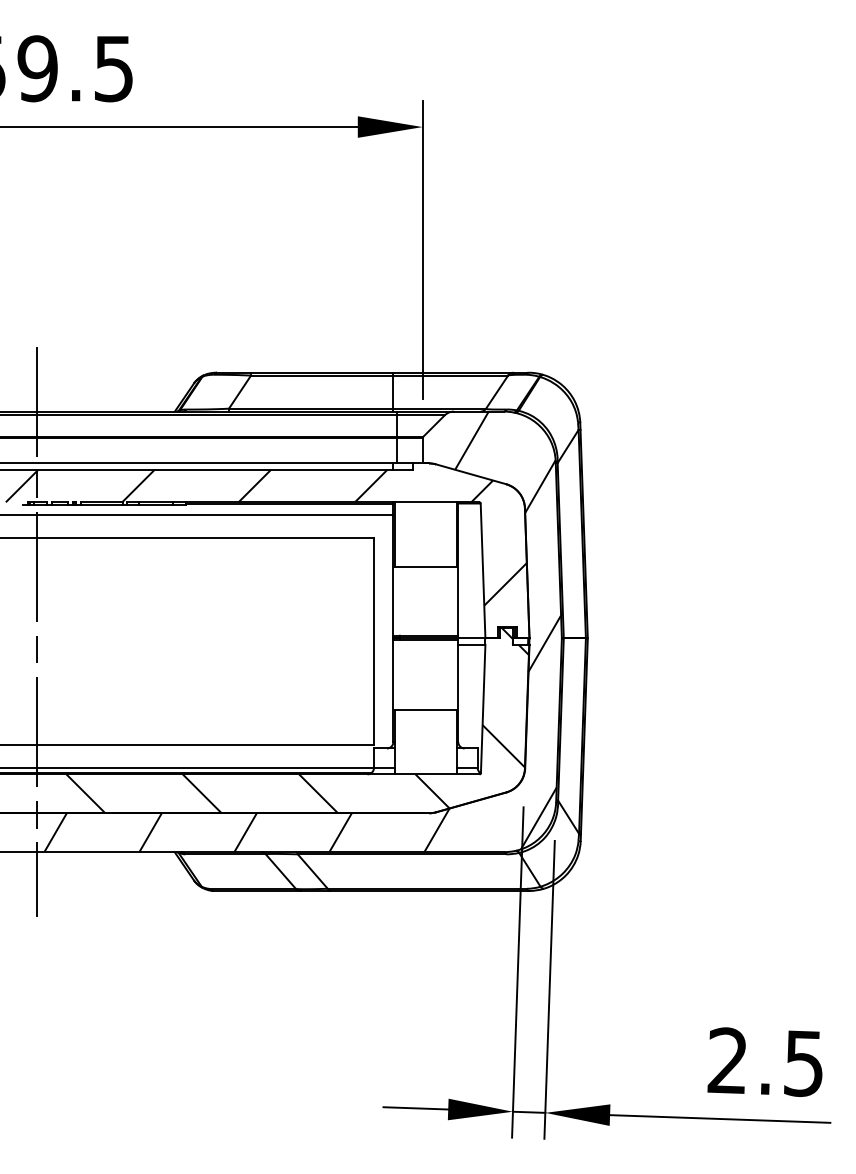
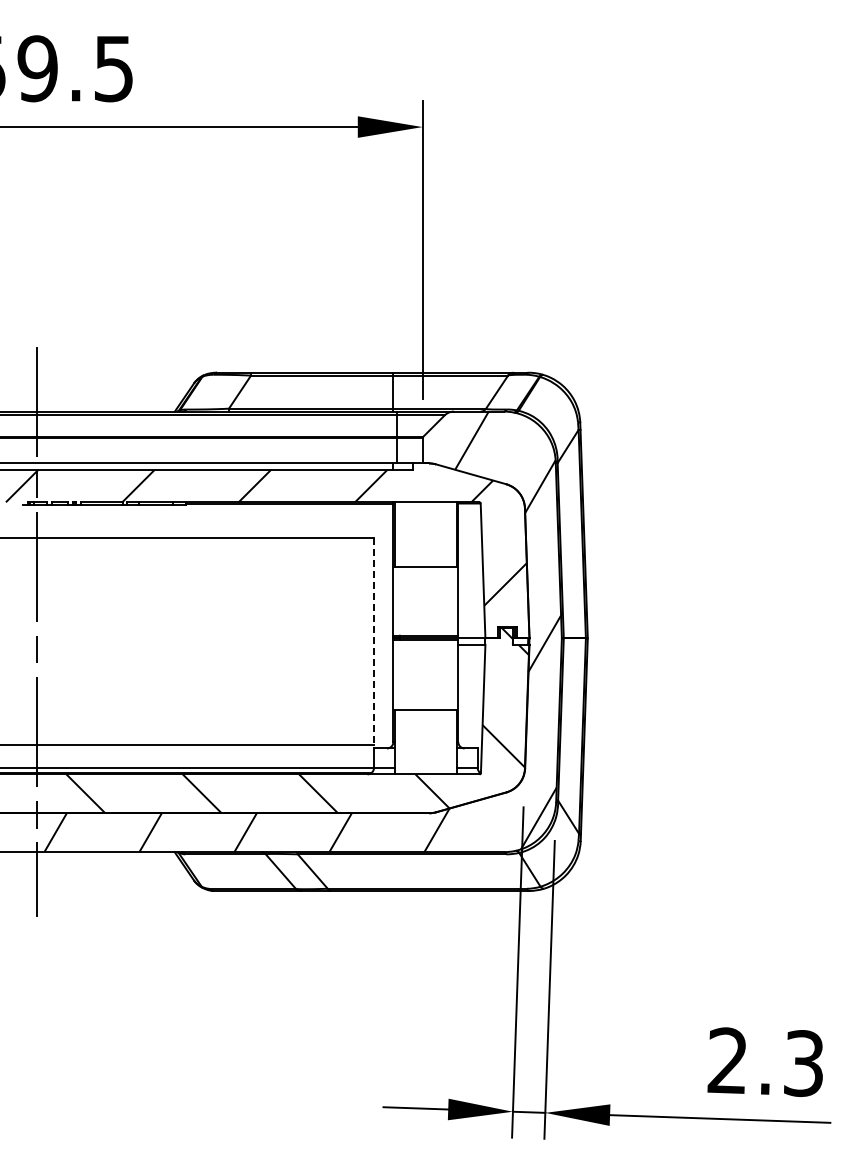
line at (197, 515): present -> none
line at (374, 641): solid -> dashed
text at (803, 1063): 2.5 -> 2.3
